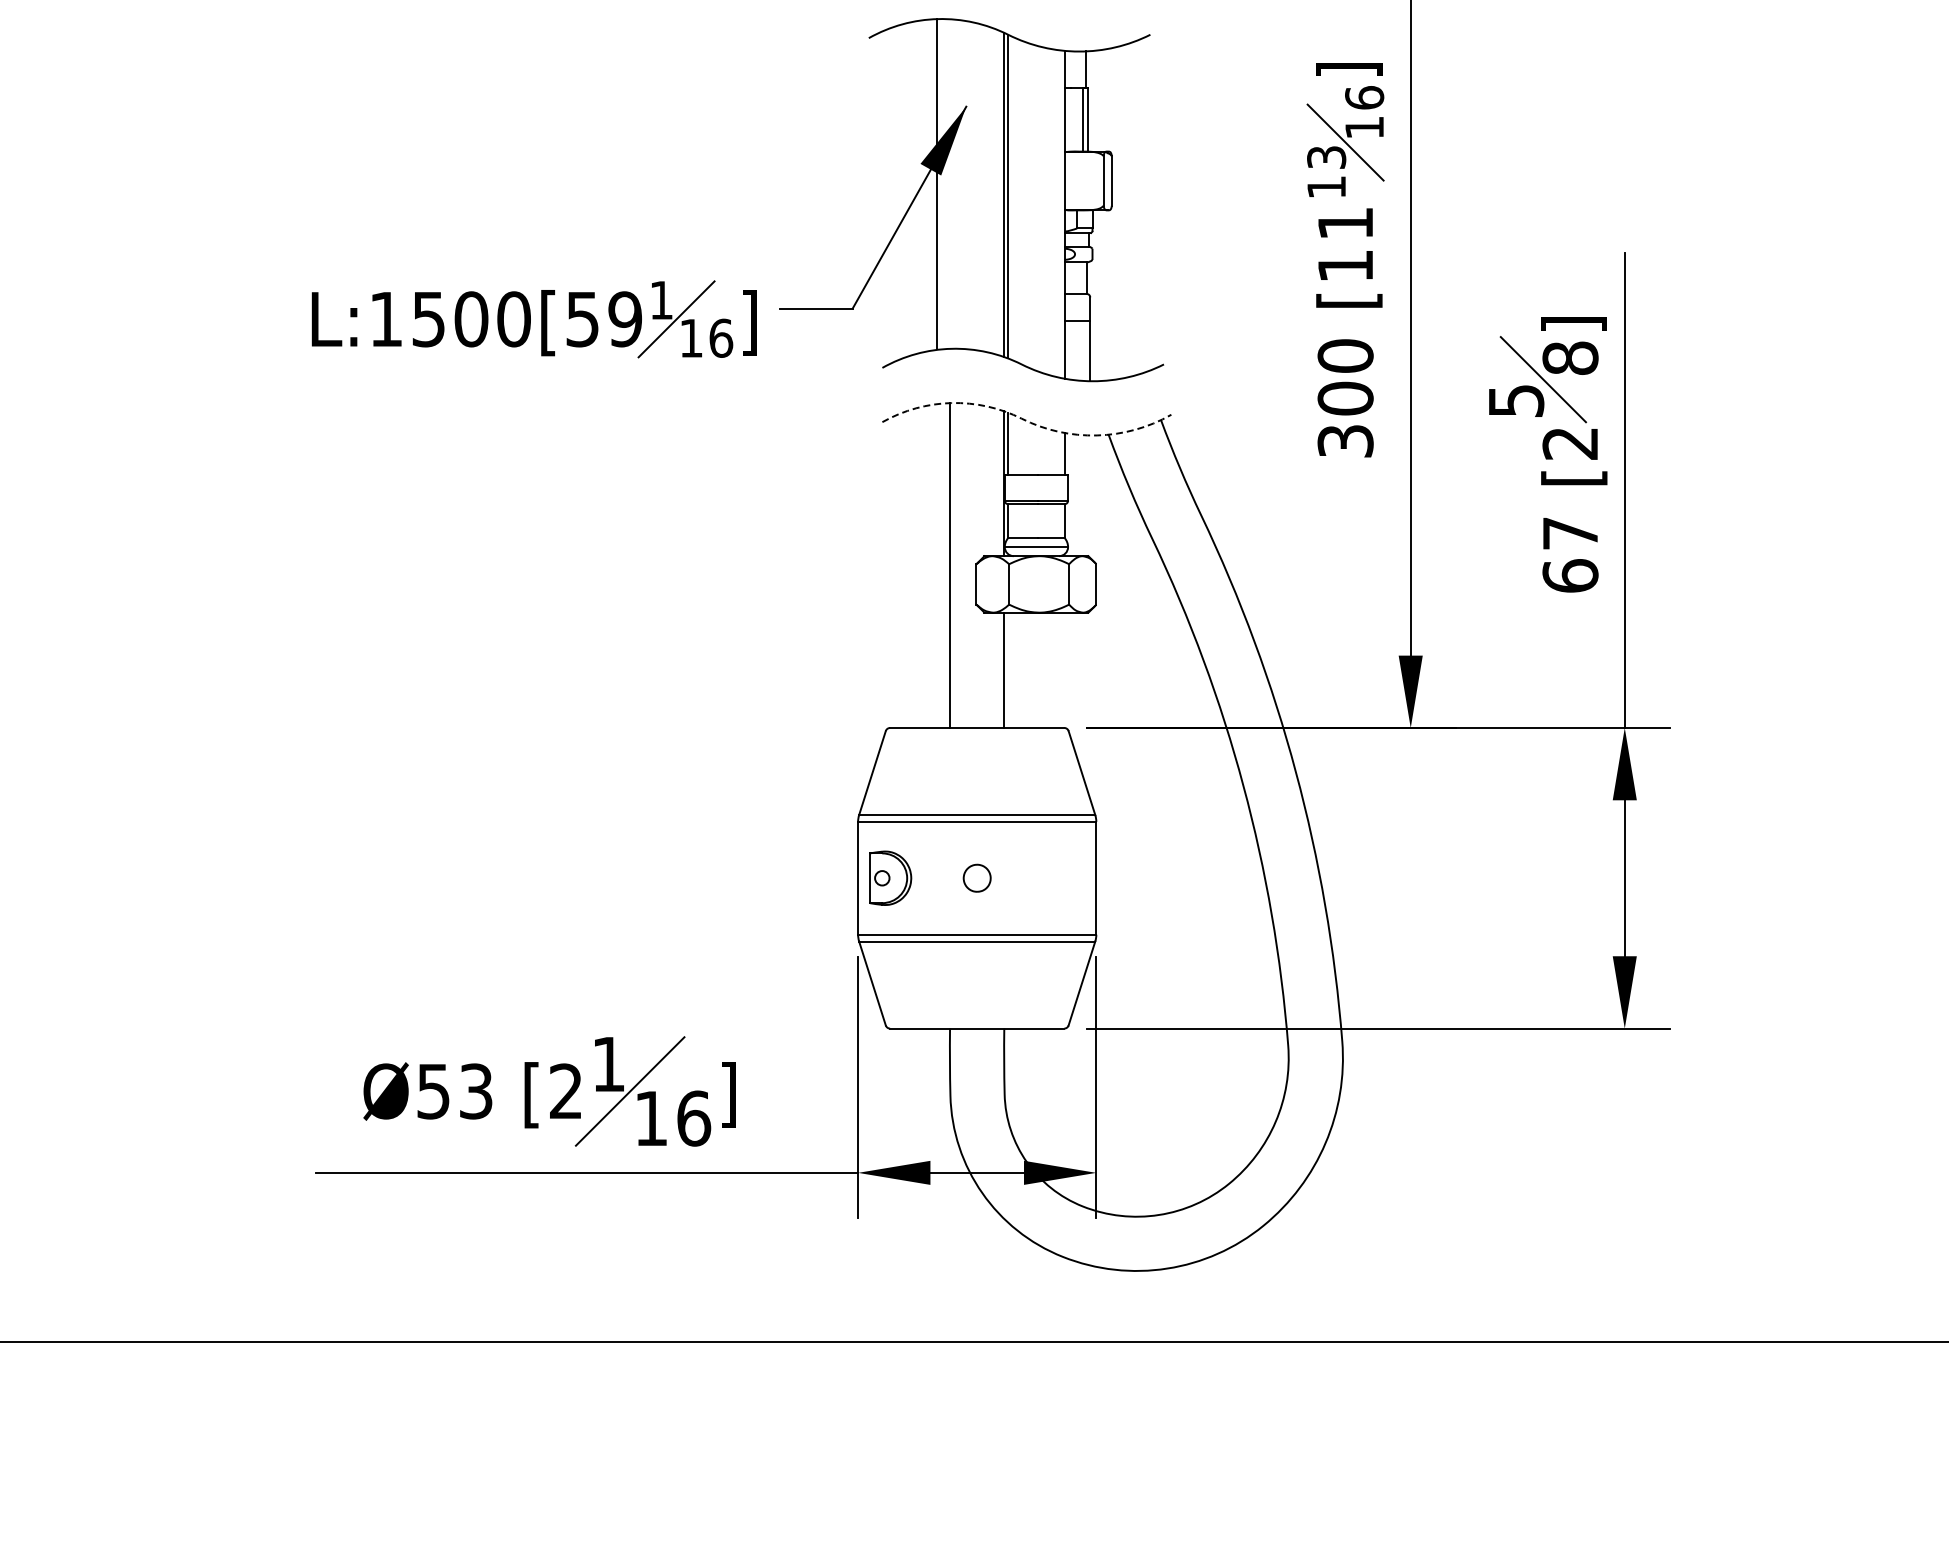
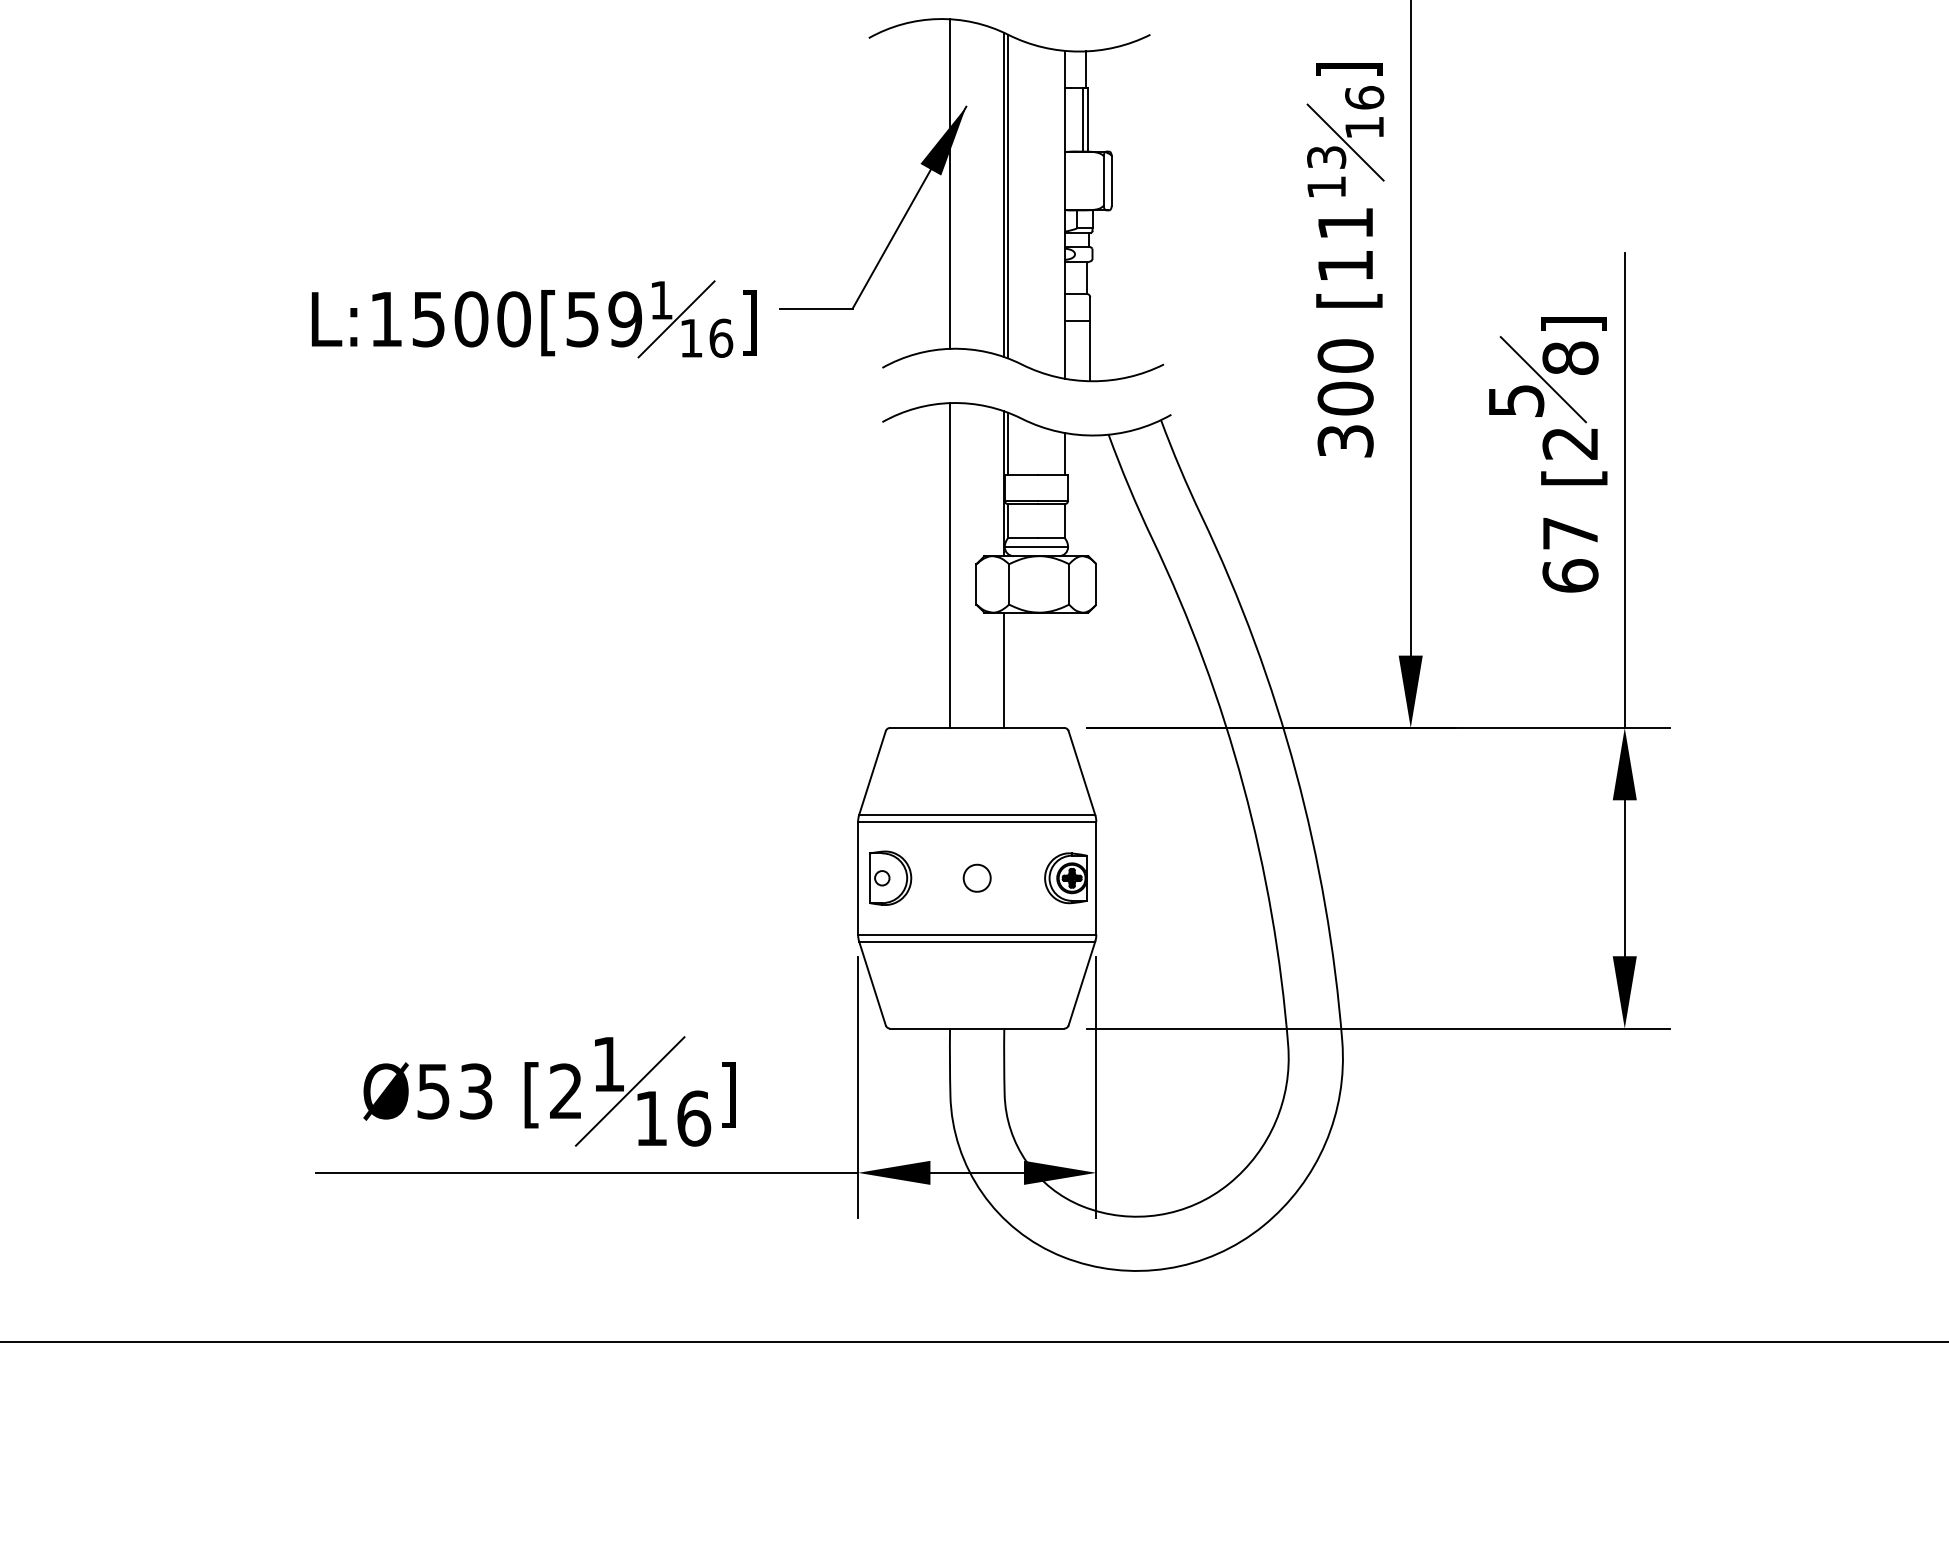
line at (937, 183) position: (937, 183) -> (950, 183)
line at (1026, 420): dashed -> solid
part at (1065, 878): none -> present
